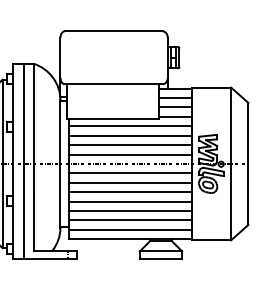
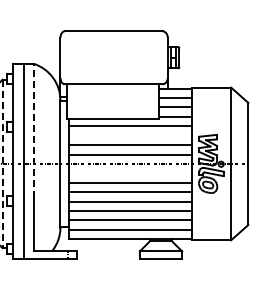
line at (34, 130): solid -> dashed
line at (129, 135): present -> none
line at (2, 164): solid -> dashed
line at (129, 173): present -> none
